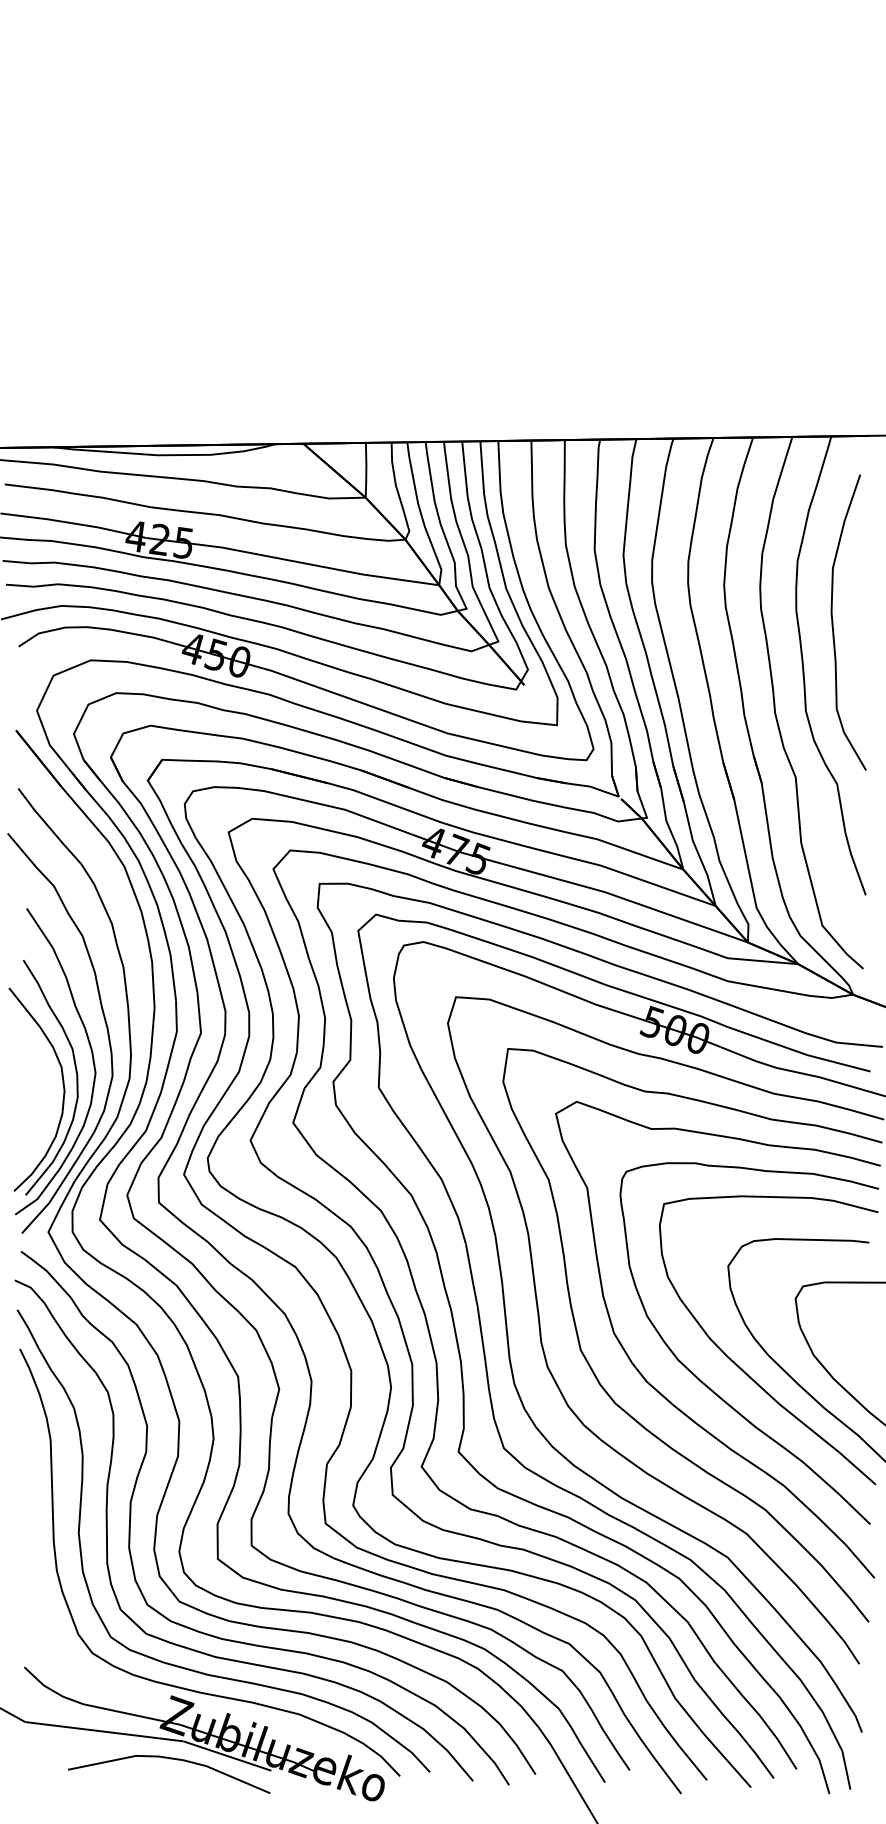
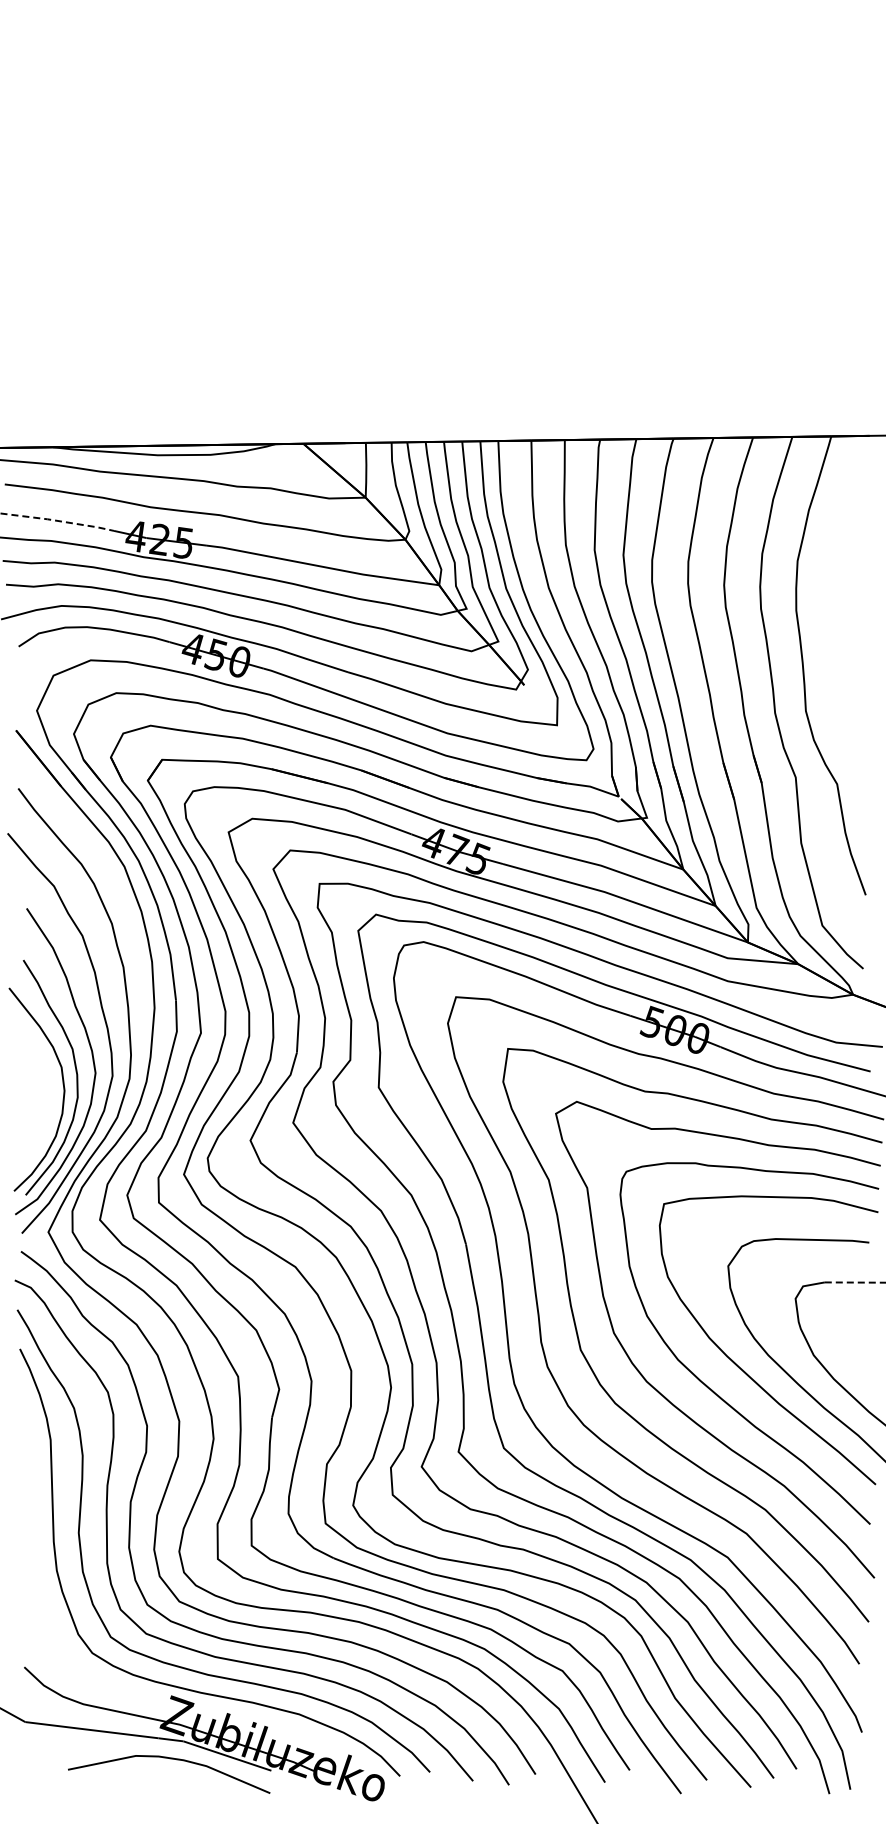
line at (57, 520): solid -> dashed
curve at (833, 622): present -> none
line at (855, 1282): solid -> dashed
